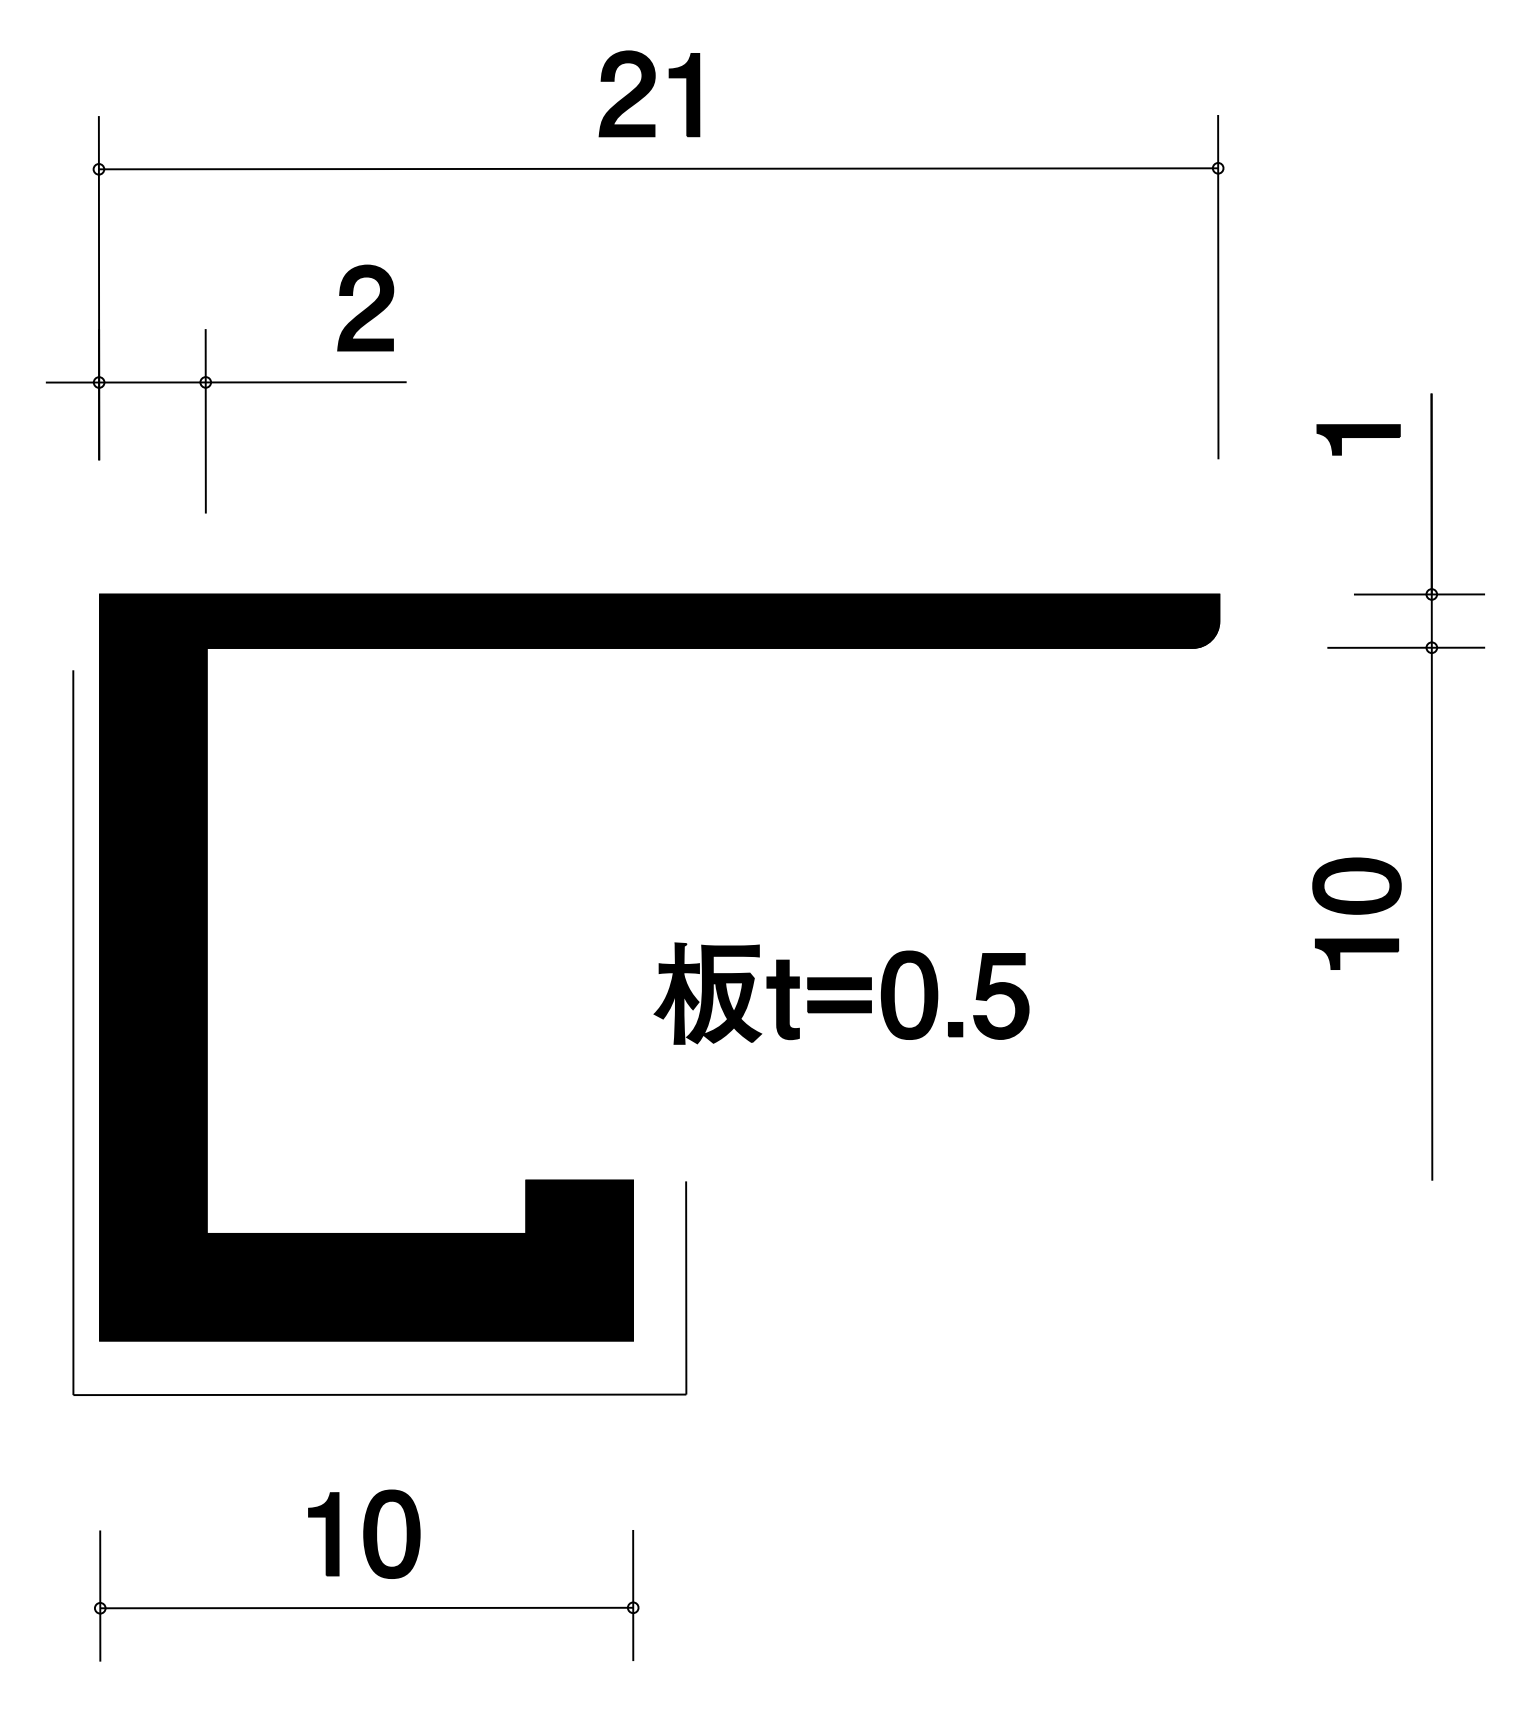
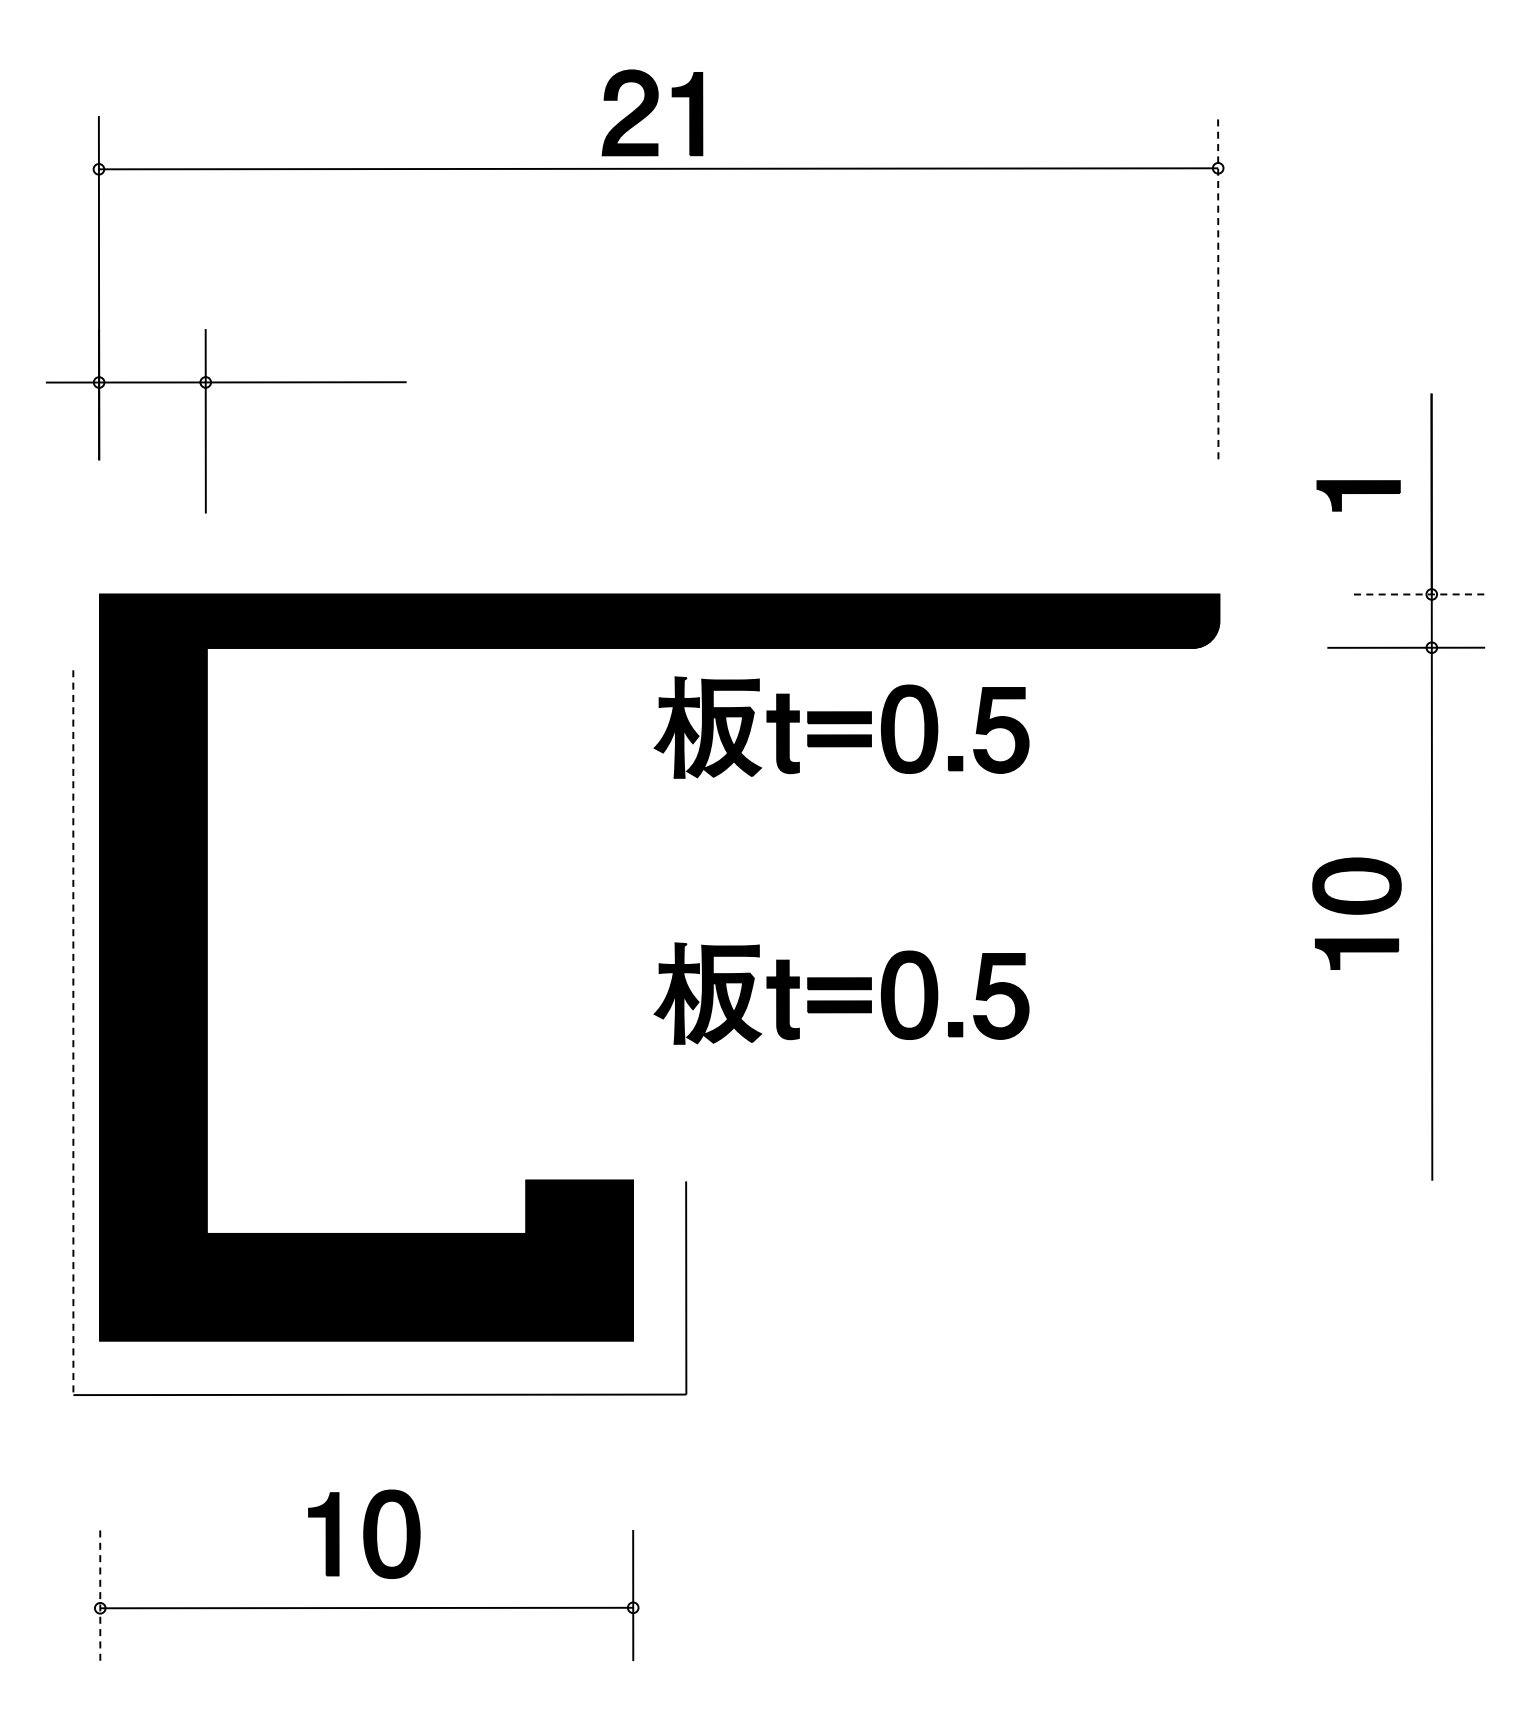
part at (649, 93) position: (649, 93) -> (652, 112)
line at (1218, 286): solid -> dashed
part at (365, 307): present -> none
part at (1358, 439) position: (1358, 439) -> (1358, 495)
line at (1419, 594): solid -> dashed
part at (841, 727): none -> present
line at (73, 1033): solid -> dashed
line at (100, 1596): solid -> dashed
